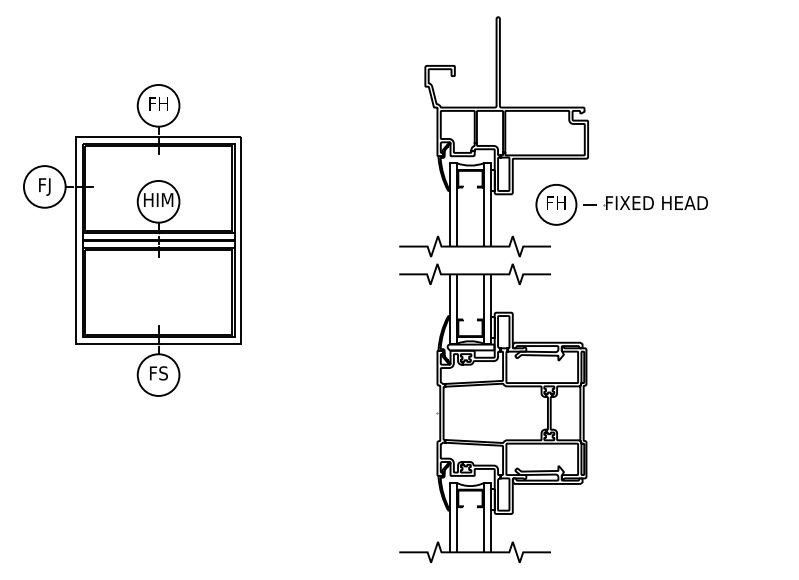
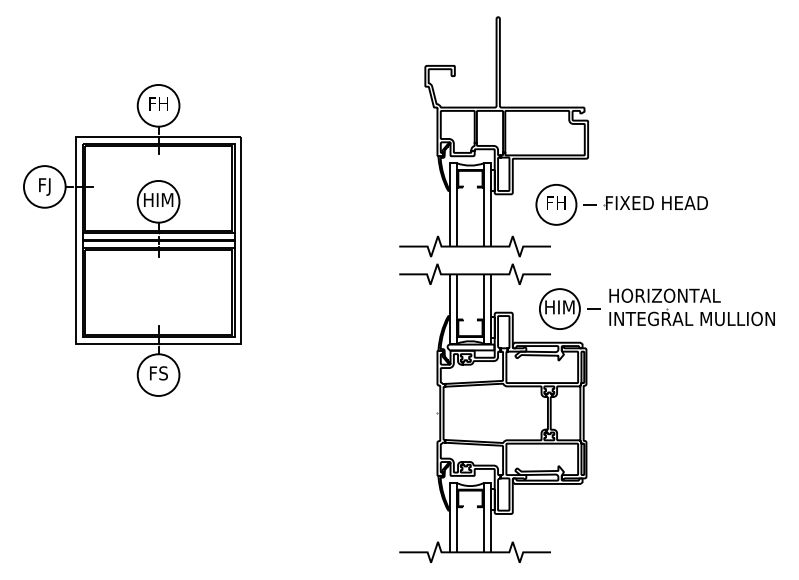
part at (656, 308): none -> present
